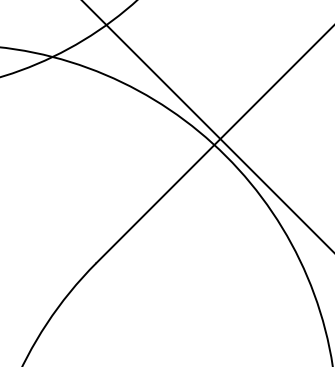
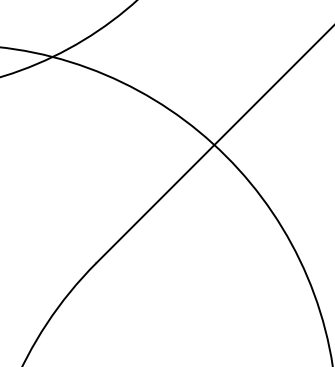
line at (207, 126): present -> none
